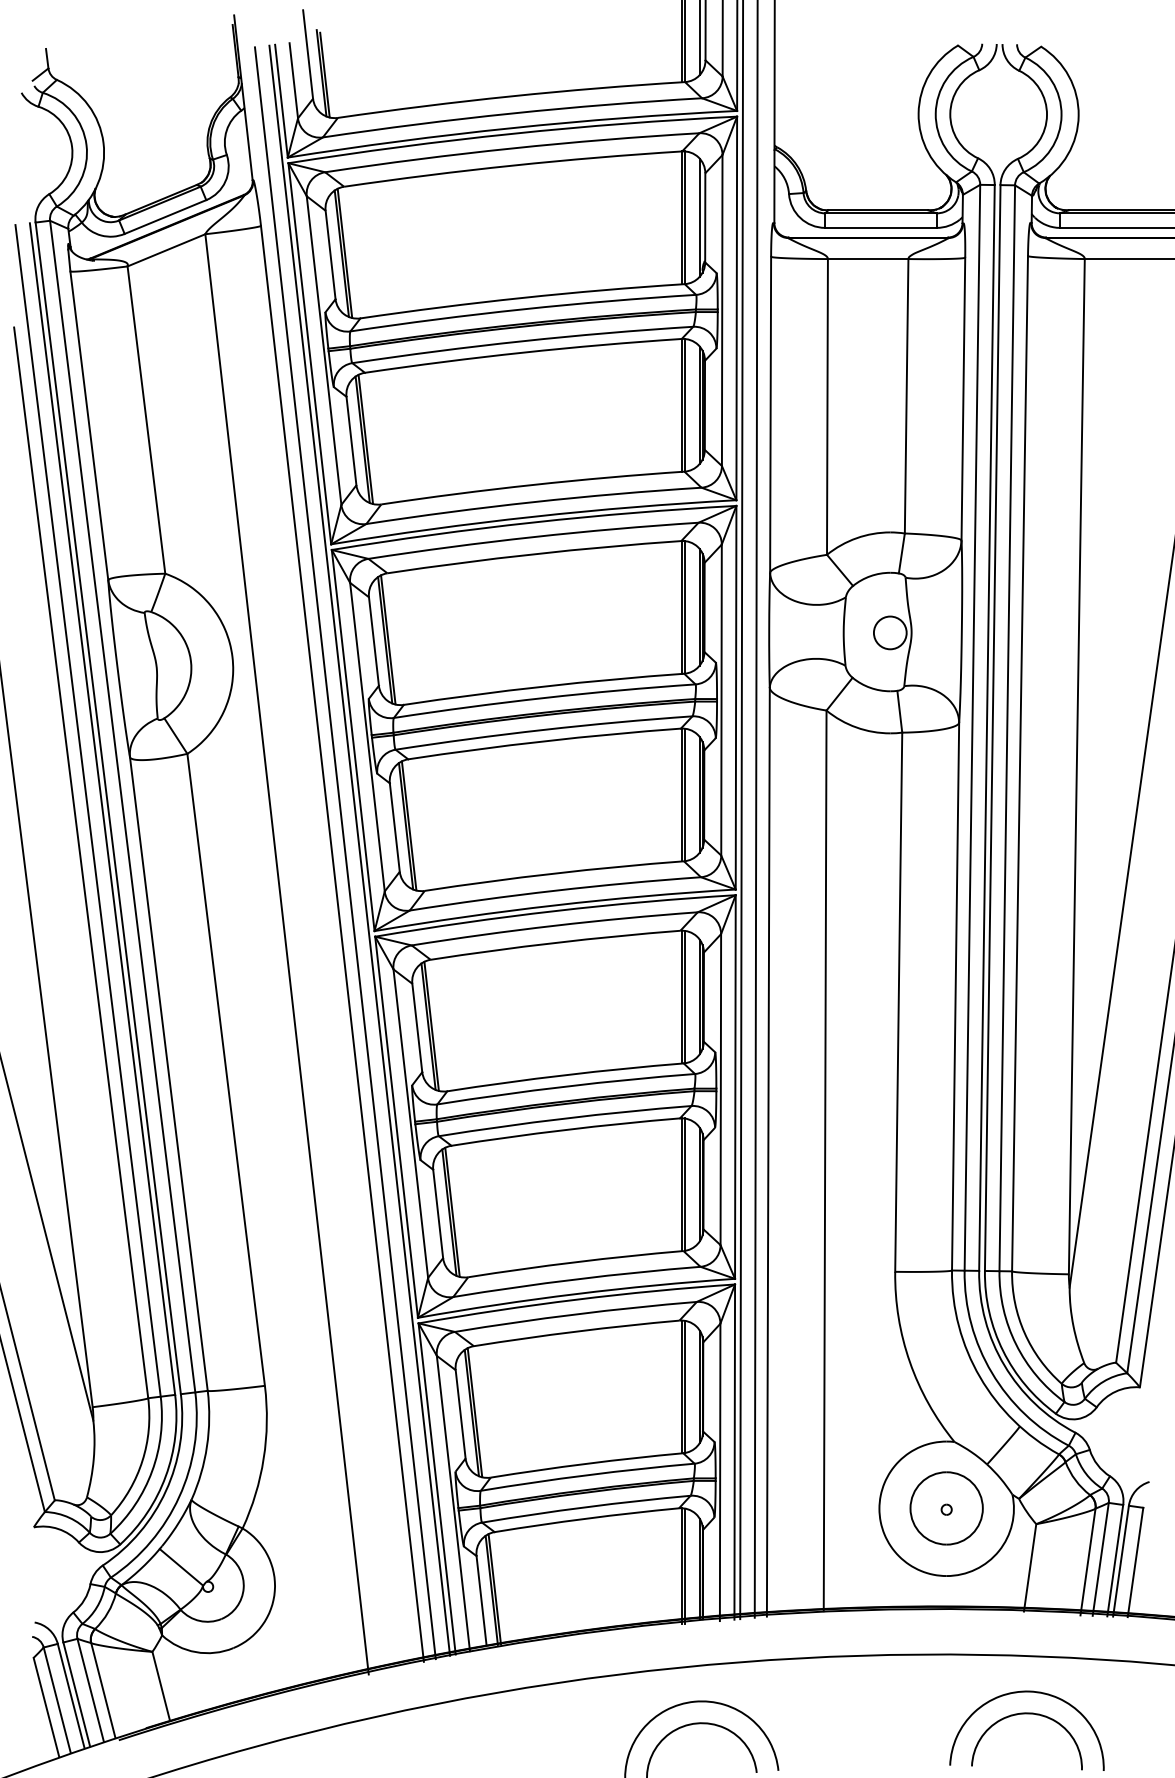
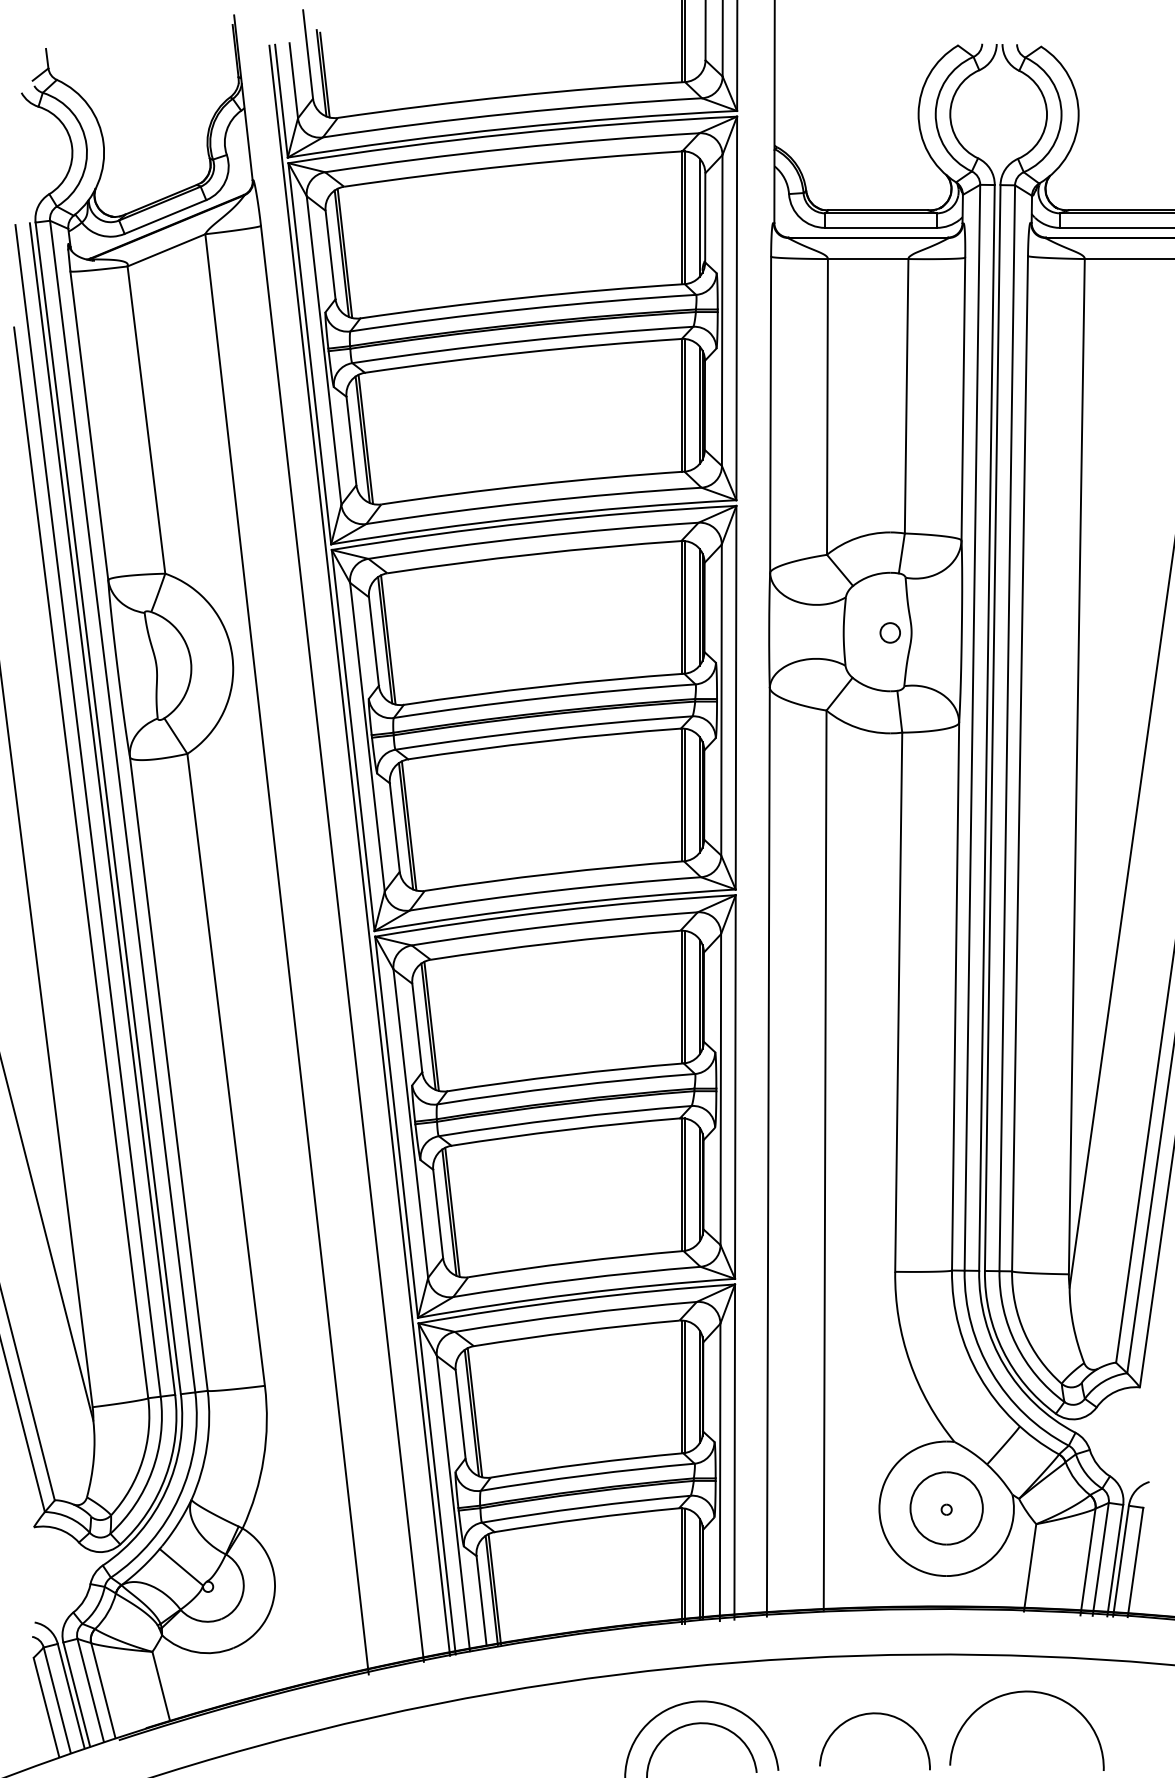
line at (699, 38): present -> none
circle at (889, 632) diameter: 33 px -> 20 px
line at (755, 809): present -> none
line at (741, 810): present -> none
line at (344, 853): present -> none
arc at (1026, 1714) position: (1026, 1714) -> (874, 1714)
